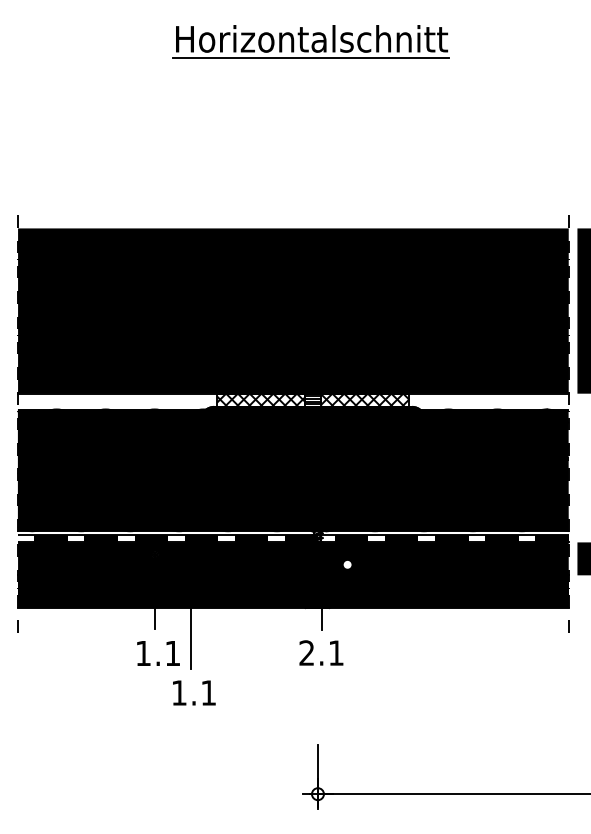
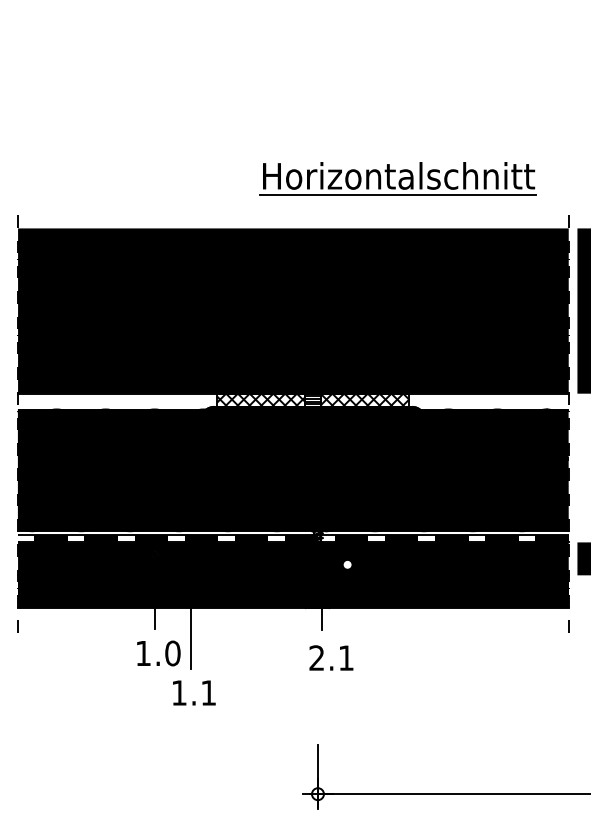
part at (310, 41) position: (310, 41) -> (397, 178)
text at (321, 652) position: (321, 652) -> (331, 657)
text at (172, 653): 1.1 -> 1.0
